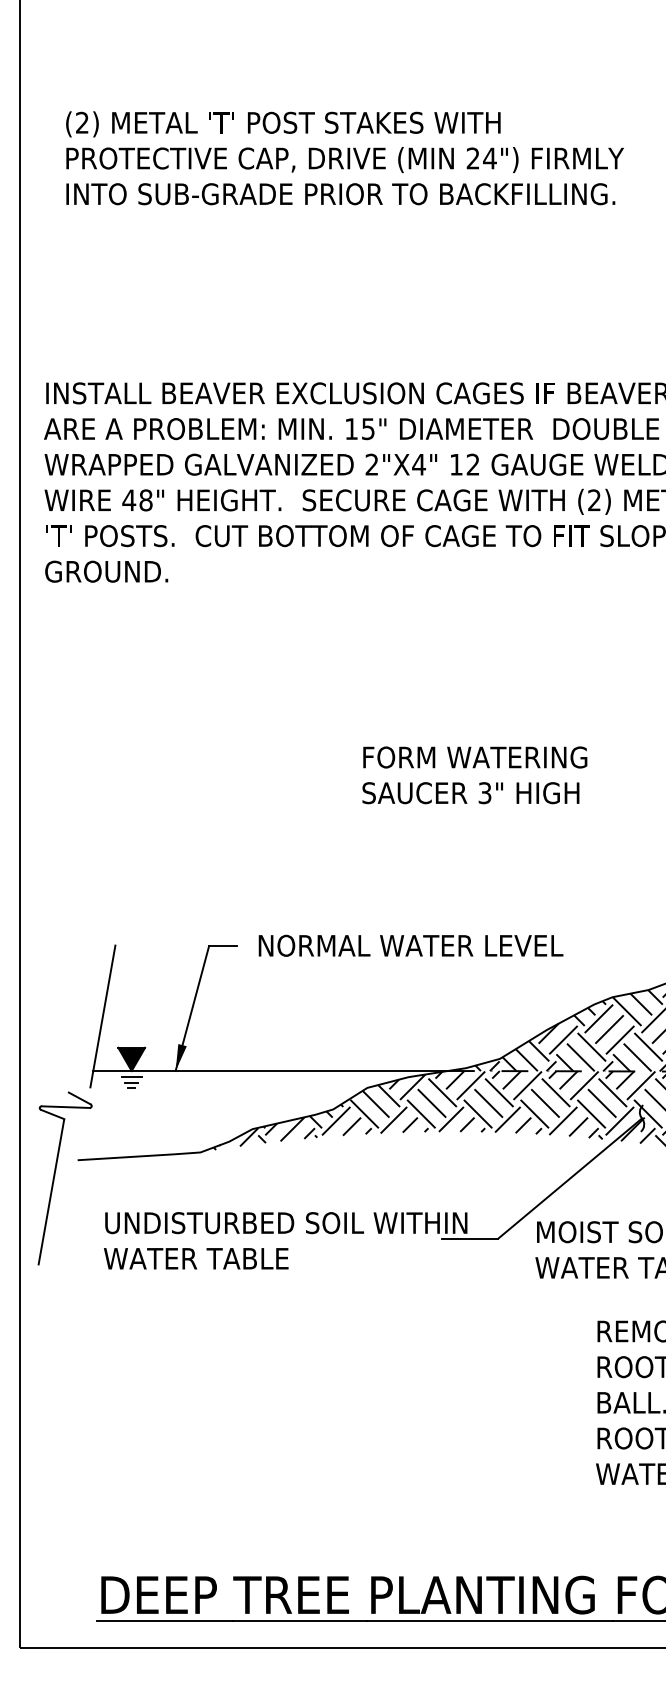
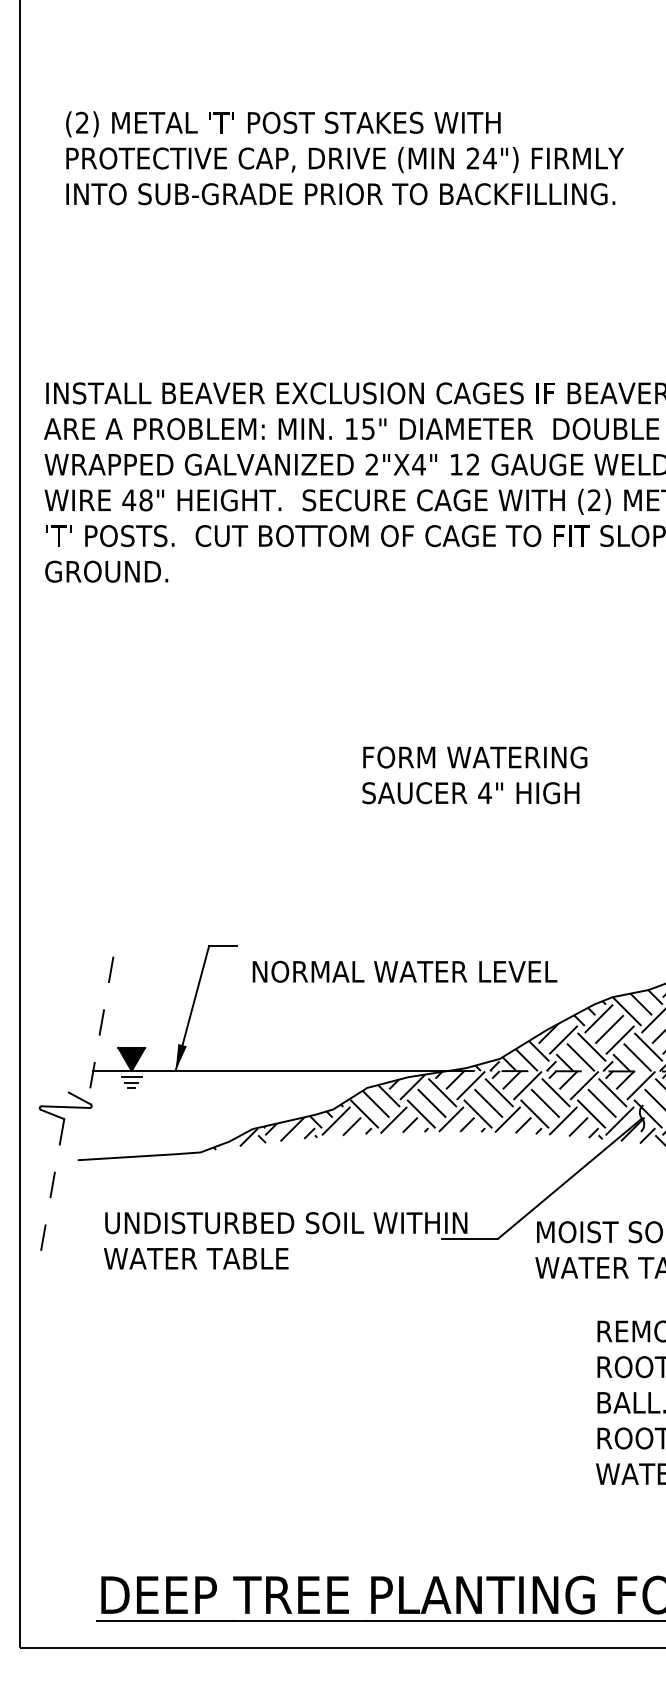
text at (484, 793): 3" -> 4"
text at (410, 945) position: (410, 945) -> (404, 971)
line at (102, 1016): solid -> dashed
line at (51, 1192): solid -> dashed
